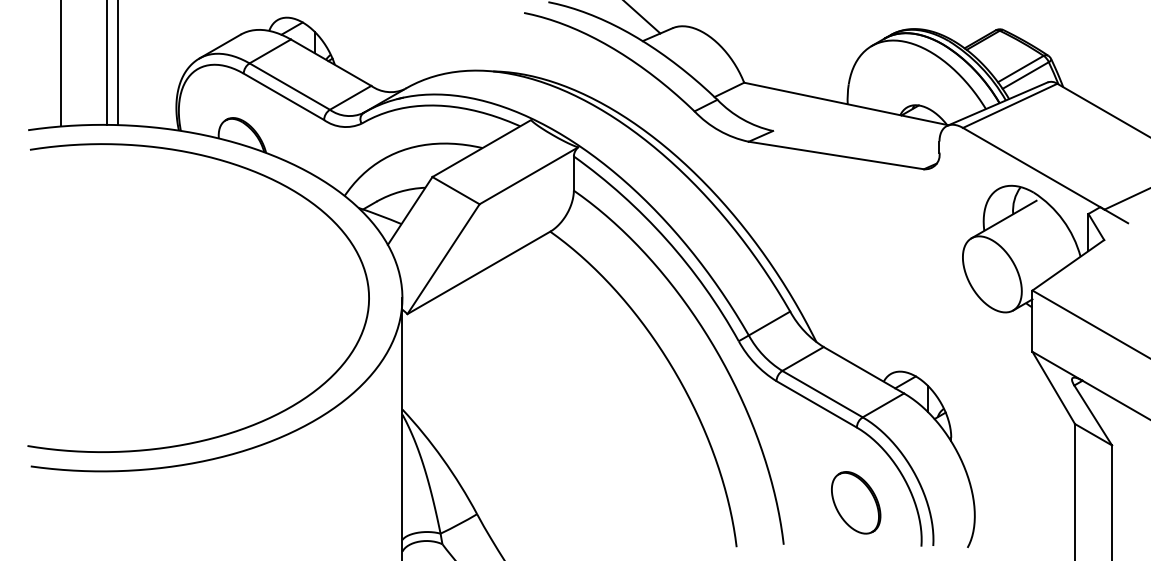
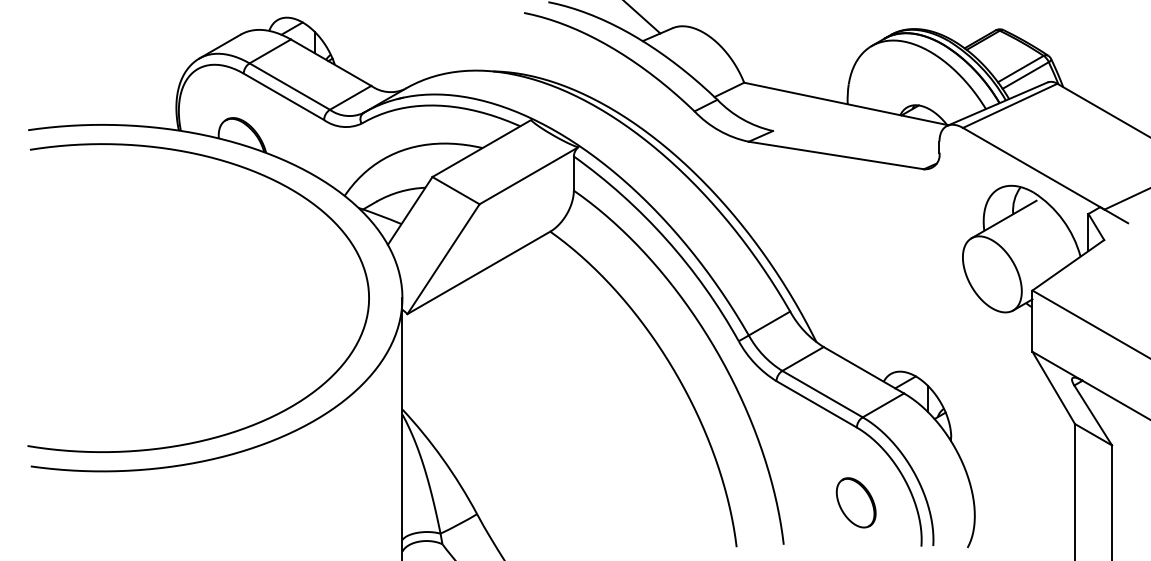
line at (106, 63): present -> none
line at (118, 63): present -> none
line at (61, 64): present -> none
part at (856, 502) size: 51x64 px -> 42x52 px
